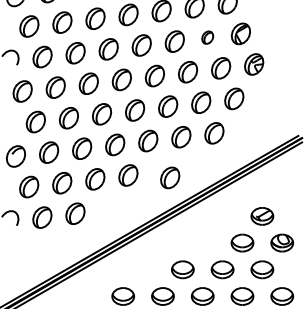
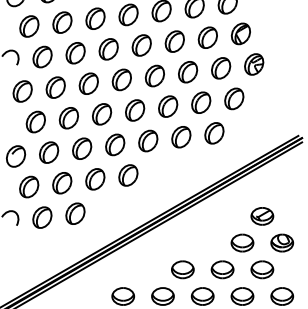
part at (207, 37) size: 14x15 px -> 21x23 px
part at (170, 177): present -> none
